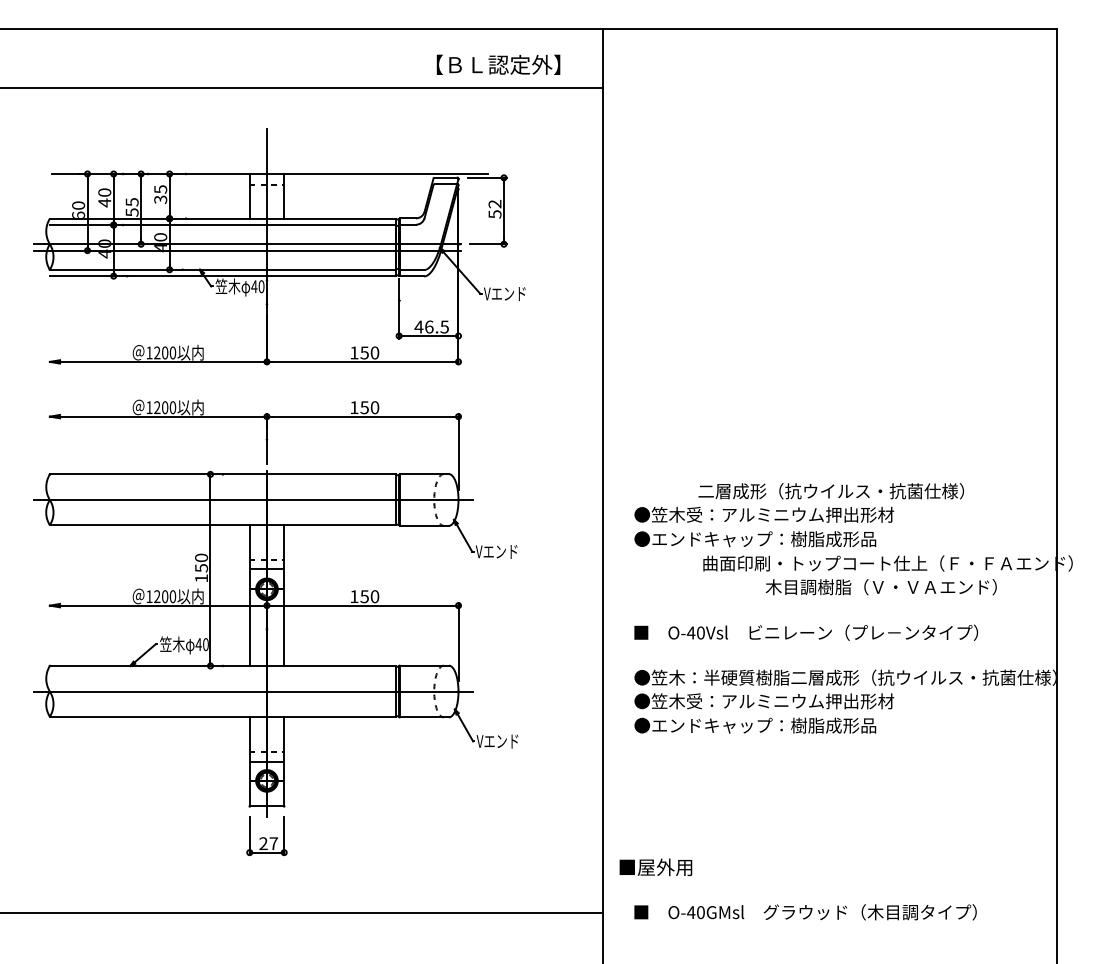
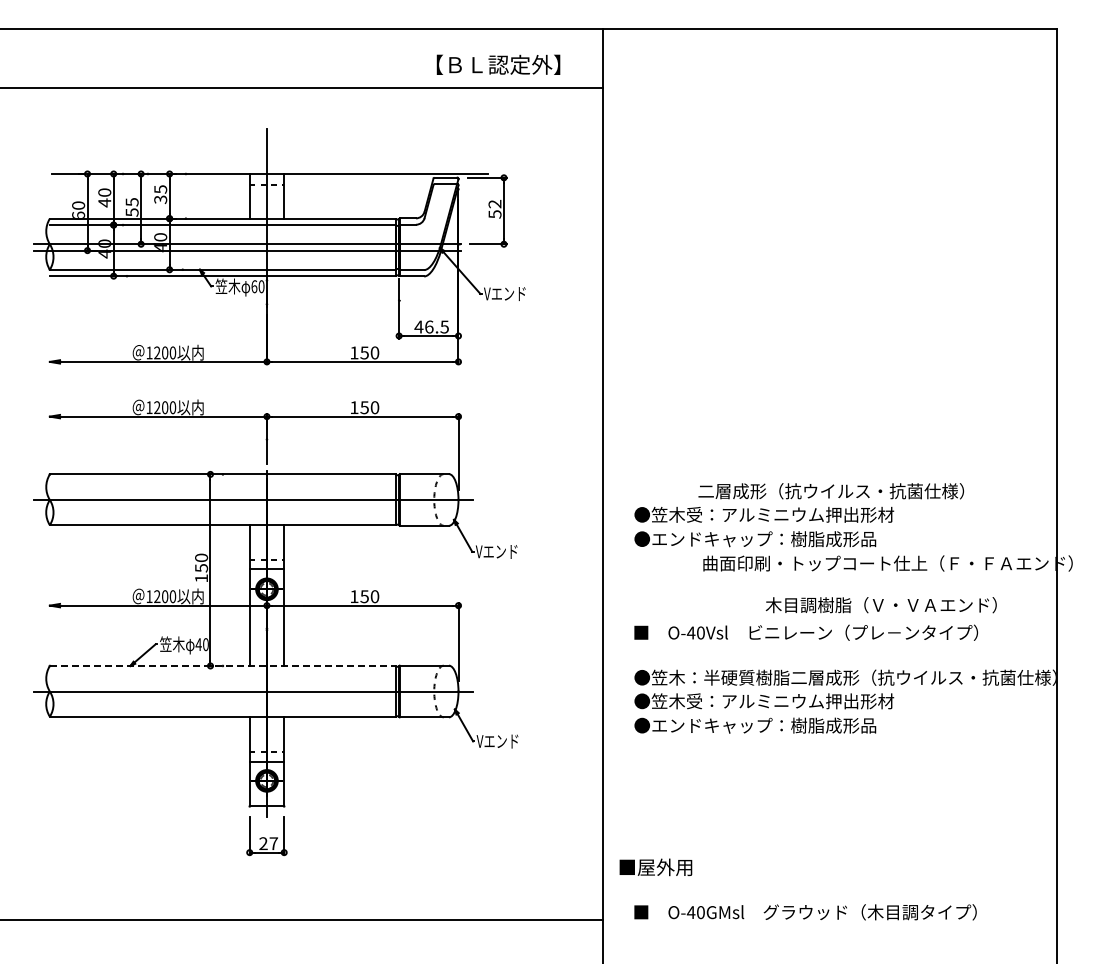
text at (254, 286): 40 -> 60
text at (880, 587) position: (880, 587) -> (880, 605)
line at (223, 665): solid -> dashed
line at (302, 913) position: (302, 913) -> (302, 920)
